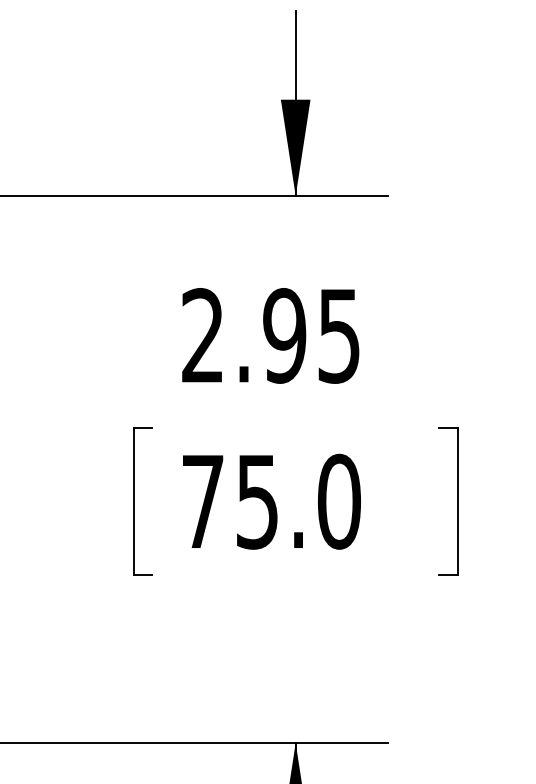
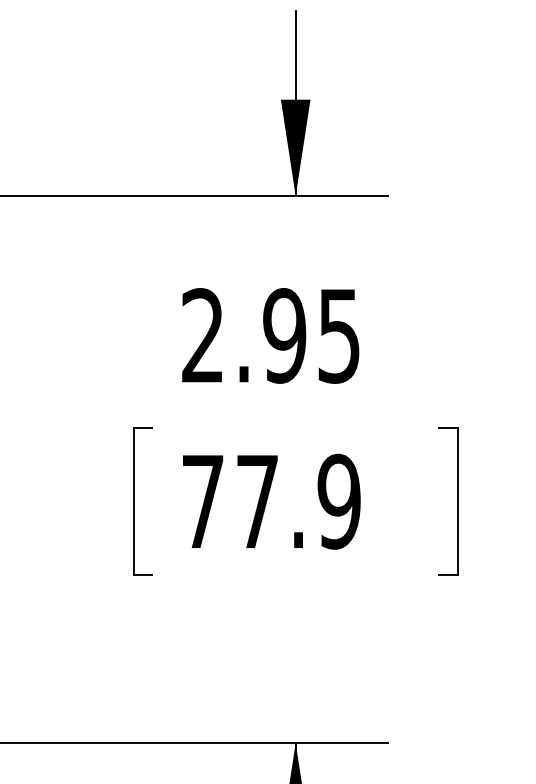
text at (298, 501): 75.0 -> 77.9
